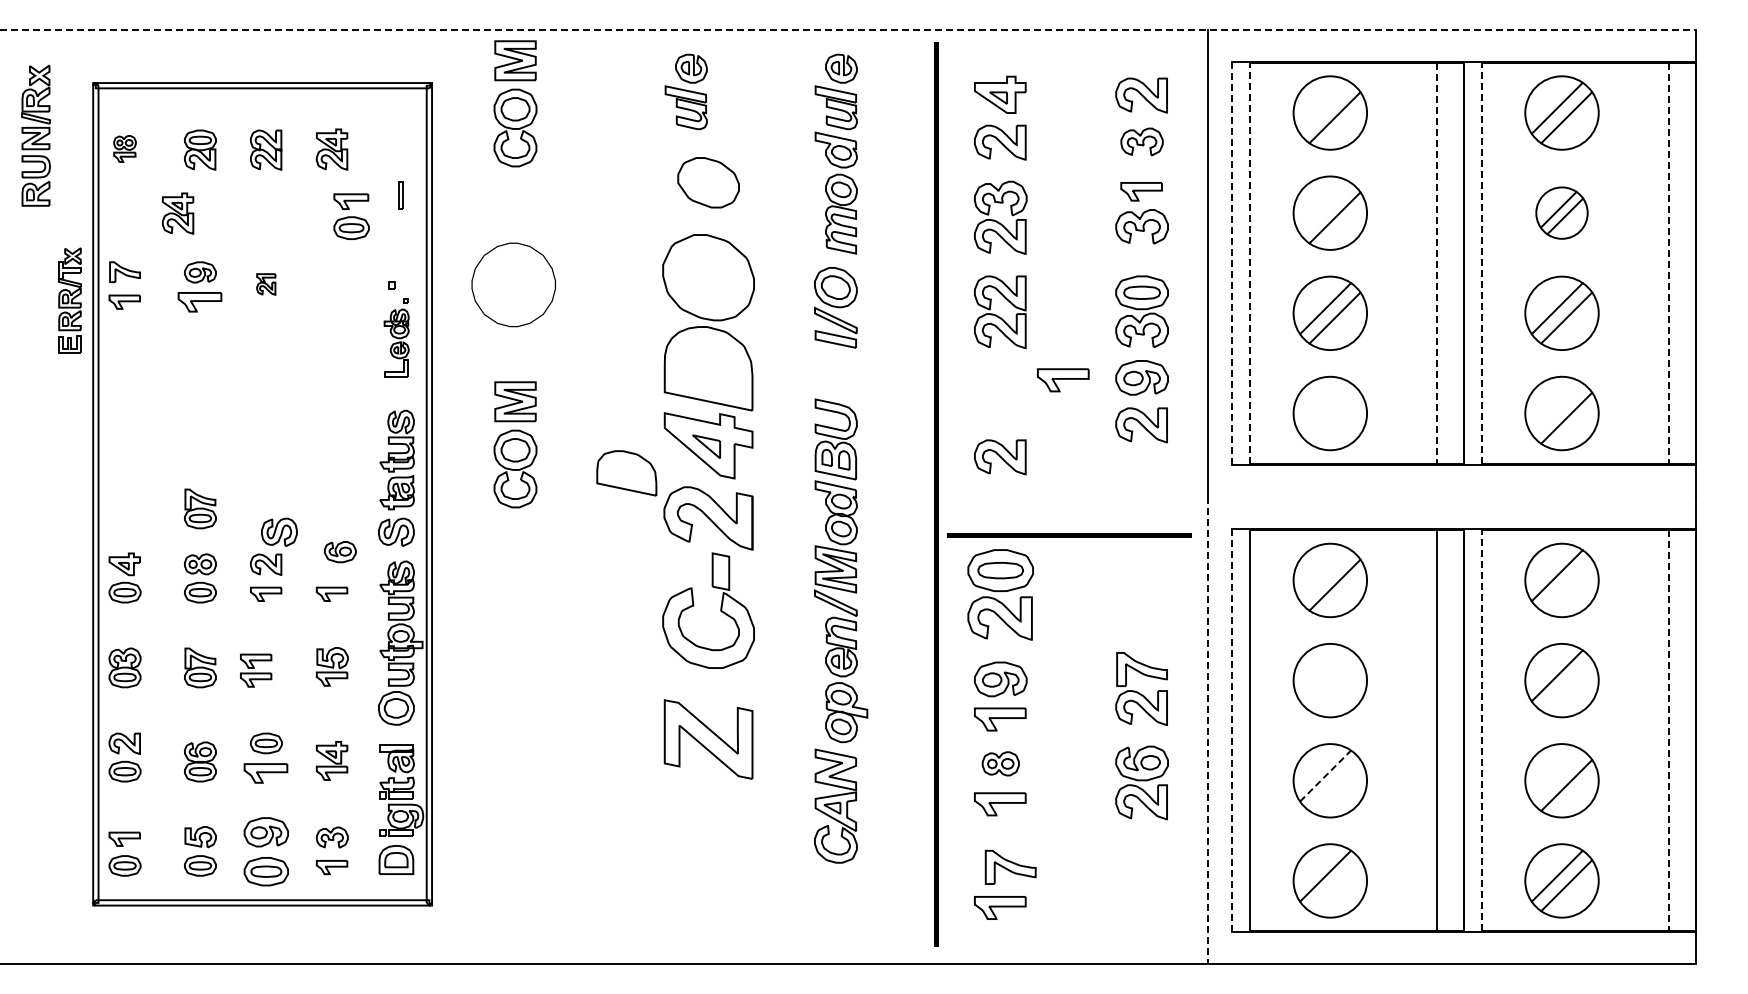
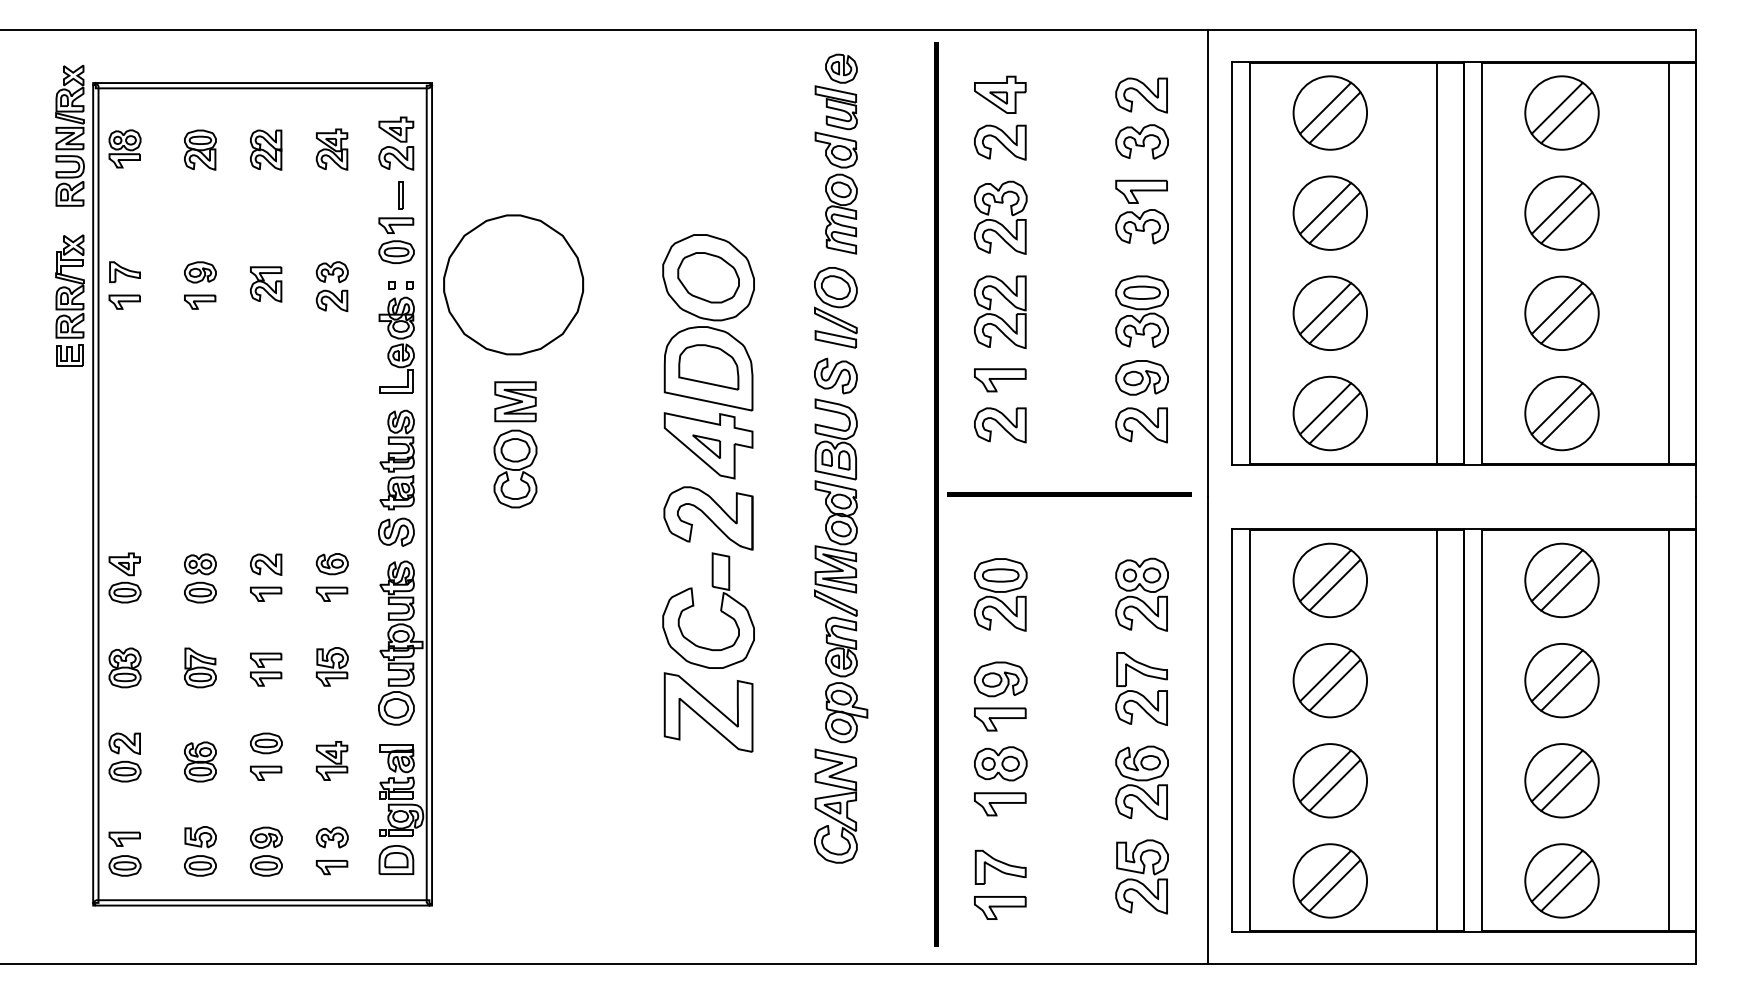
line at (848, 29): dashed -> solid
part at (685, 91): present -> none
part at (515, 103): present -> none
line at (1325, 107): none -> present
part at (35, 135) position: (35, 135) -> (69, 135)
part at (1141, 141) size: 44x30 px -> 54x36 px
part at (396, 143): none -> present
part at (124, 148) size: 24x28 px -> 34x40 px
part at (708, 182) position: (708, 182) -> (708, 277)
part at (1141, 191) size: 43x20 px -> 53x25 px
line at (1325, 208): none -> present
part at (1561, 212) size: 54x54 px -> 76x76 px
part at (177, 213): present -> none
part at (351, 216) position: (351, 216) -> (396, 240)
line at (1250, 262): dashed -> solid
line at (1481, 262): dashed -> solid
line at (1232, 263): dashed -> solid
line at (1437, 263): dashed -> solid
line at (1668, 263): dashed -> solid
part at (266, 284) size: 21x23 px -> 33x37 px
part at (513, 284) size: 85x86 px -> 142x142 px
part at (331, 286): none -> present
part at (69, 300) size: 24x107 px -> 30x133 px
part at (199, 302) size: 46x21 px -> 33x16 px
part at (396, 337) size: 27x80 px -> 37x113 px
part at (835, 375): none -> present
part at (1063, 380) position: (1063, 380) -> (1000, 380)
line at (1325, 408): none -> present
line at (1556, 408): none -> present
line at (1334, 417): none -> present
part at (1000, 457) position: (1000, 457) -> (1000, 425)
part at (626, 473) position: (626, 473) -> (708, 367)
part at (200, 508): present -> none
part at (279, 531): present -> none
line at (1069, 535) position: (1069, 535) -> (1069, 494)
part at (339, 552) position: (339, 552) -> (331, 564)
line at (1325, 575): none -> present
line at (1566, 584): none -> present
part at (1000, 594) size: 67x92 px -> 54x74 px
part at (1141, 594): none -> present
part at (256, 670) position: (256, 670) -> (266, 669)
line at (1325, 675): none -> present
line at (1334, 684): none -> present
line at (1566, 684): none -> present
line at (1208, 730): dashed -> solid
line at (1232, 730): dashed -> solid
line at (1481, 730): dashed -> solid
line at (1668, 731): dashed -> solid
part at (708, 739) position: (708, 739) -> (708, 712)
part at (1000, 763) size: 39x26 px -> 54x36 px
part at (265, 773) size: 46x21 px -> 33x16 px
line at (1325, 775): dashed -> solid
line at (1556, 775): none -> present
line at (1334, 785): none -> present
part at (265, 851) size: 46x70 px -> 33x51 px
part at (1010, 866) position: (1010, 866) -> (1000, 866)
part at (1141, 876): none -> present
line at (1334, 885): none -> present
